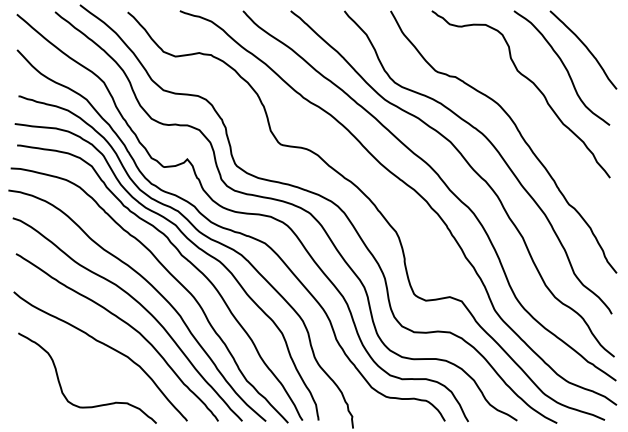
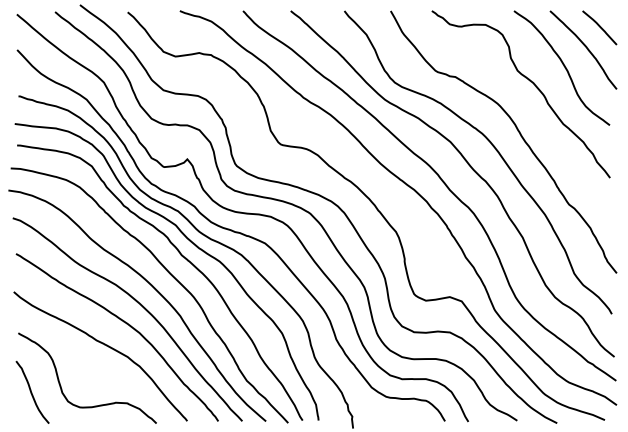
curve at (599, 27): none -> present
curve at (31, 391): none -> present
